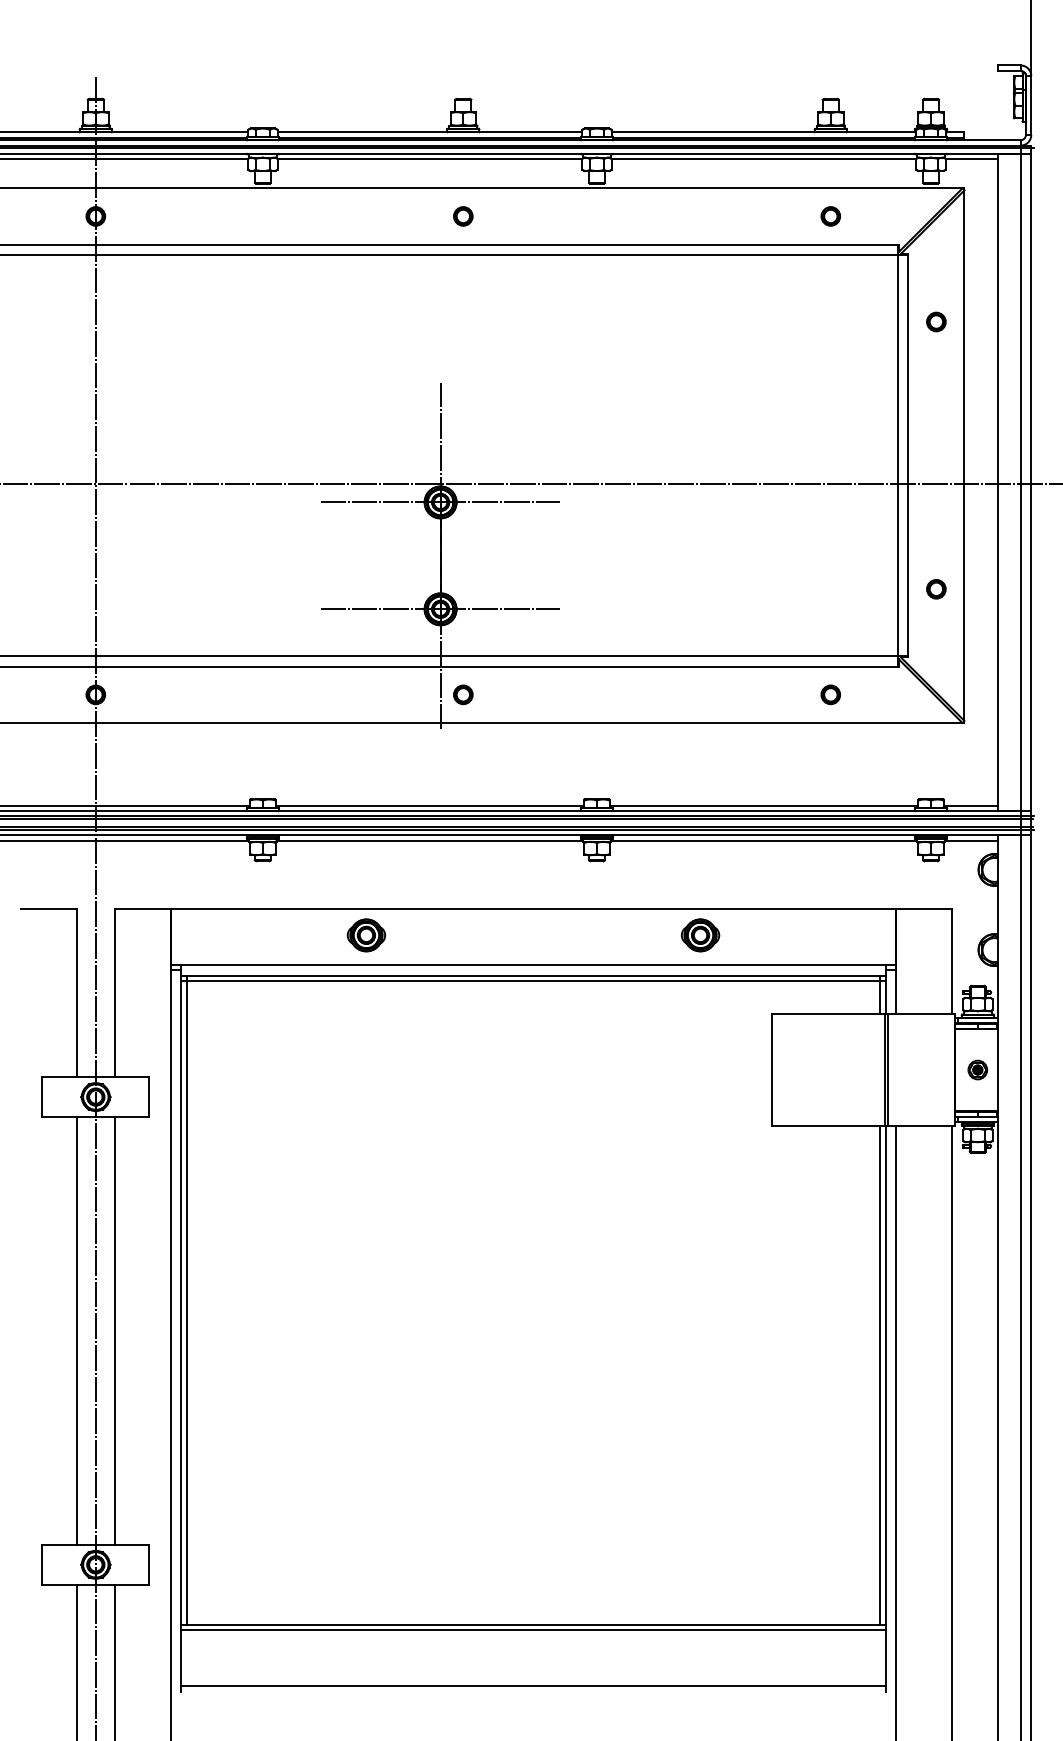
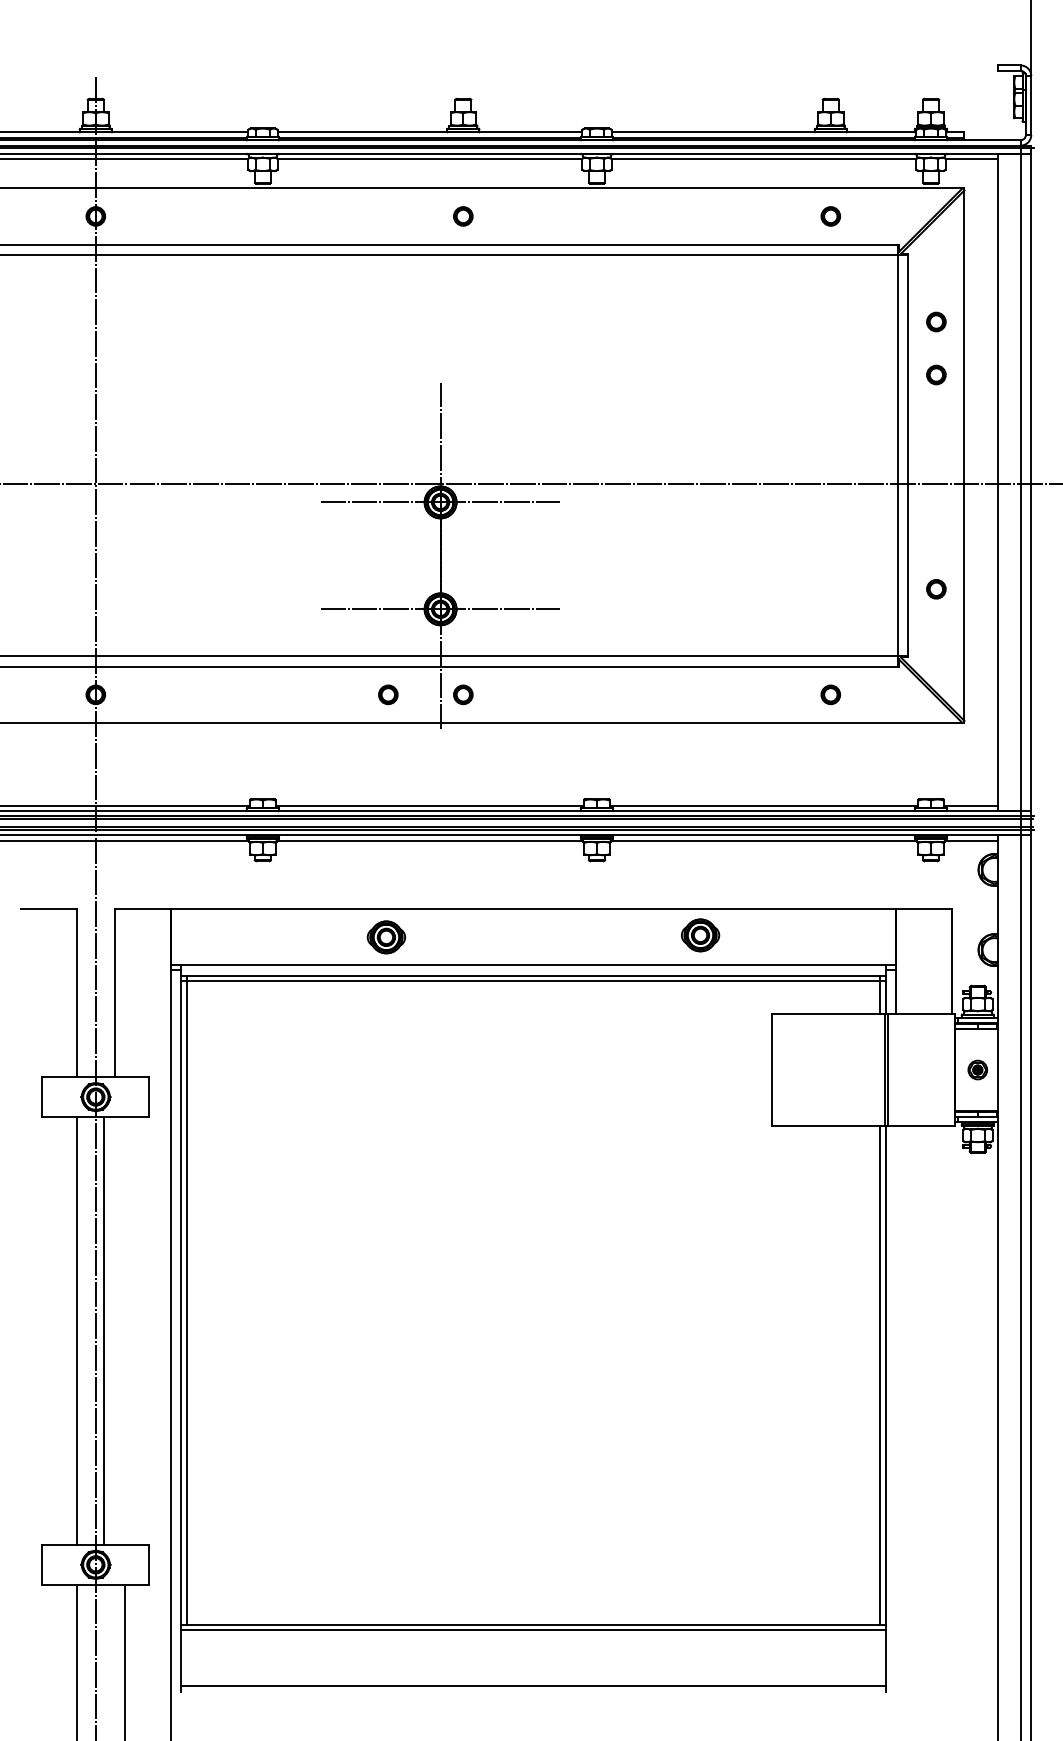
part at (936, 374): none -> present
part at (388, 694): none -> present
part at (366, 935) position: (366, 935) -> (386, 937)
line at (114, 1330) position: (114, 1330) -> (103, 1330)
line at (896, 1431): present -> none
line at (952, 1431): present -> none
line at (114, 1660) position: (114, 1660) -> (124, 1660)
